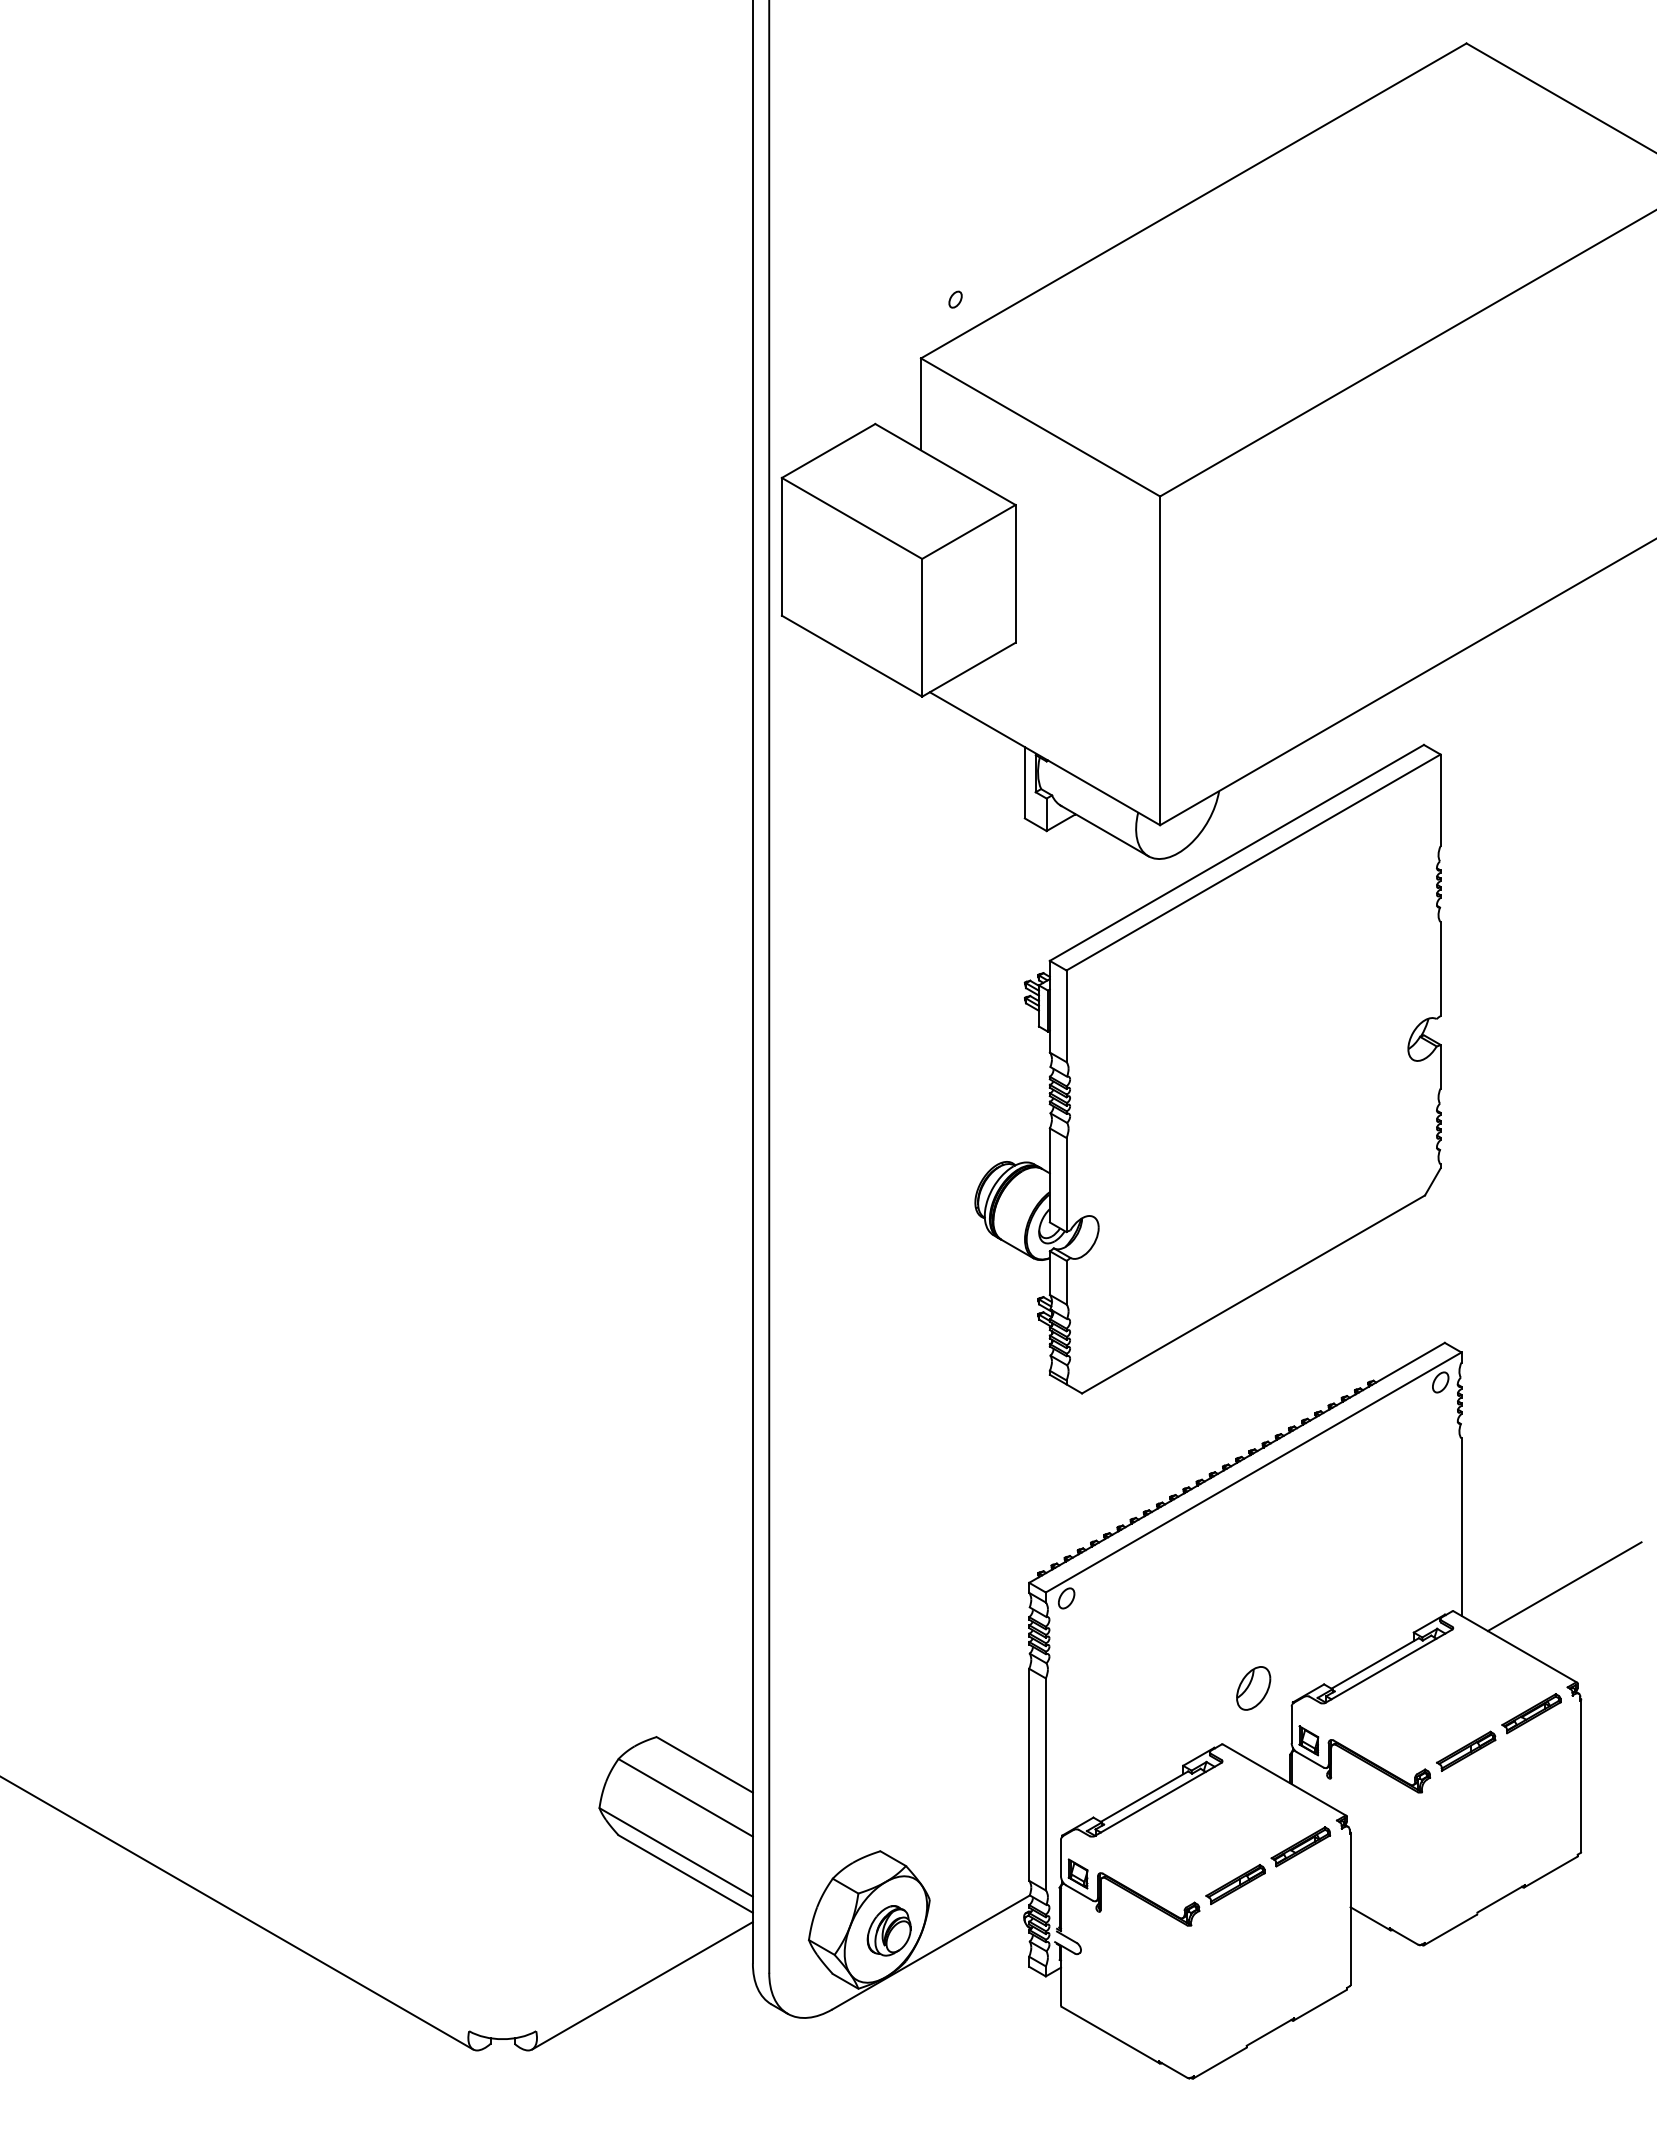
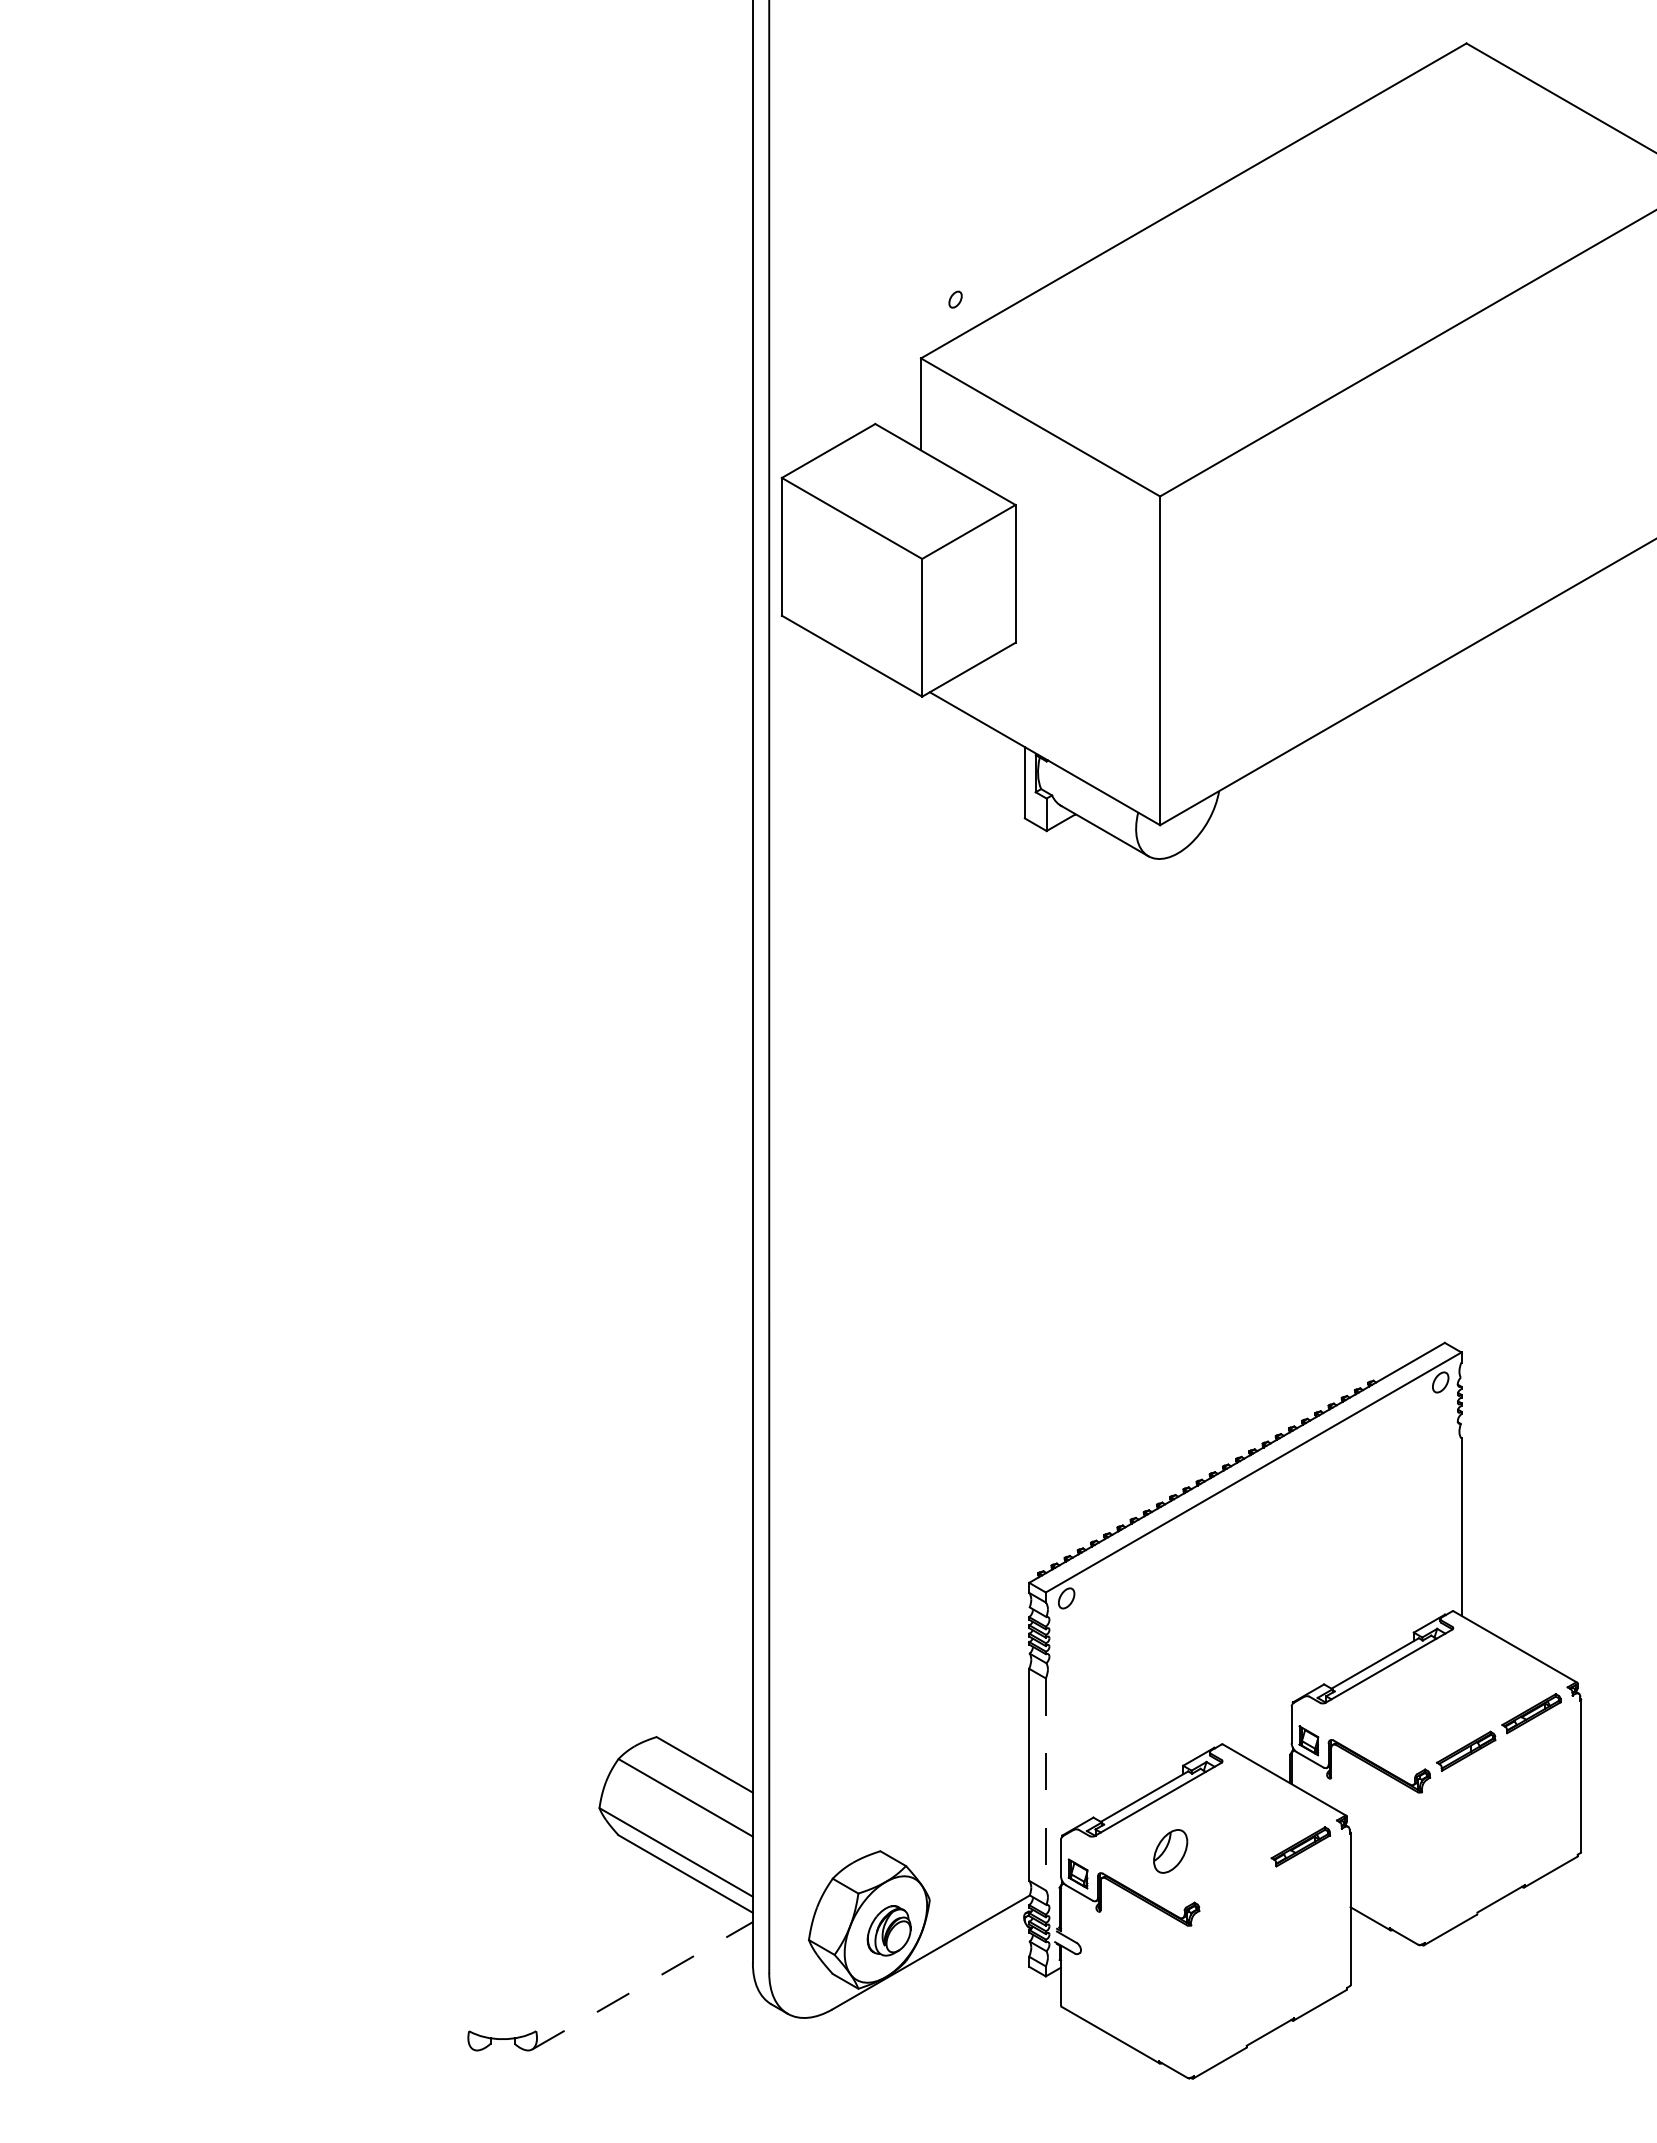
part at (1207, 1068): present -> none
line at (1564, 1586): present -> none
part at (1253, 1688) position: (1253, 1688) -> (1170, 1851)
line at (1045, 1784): solid -> dashed
part at (1235, 1884): present -> none
line at (237, 1913): present -> none
line at (643, 1985): solid -> dashed
